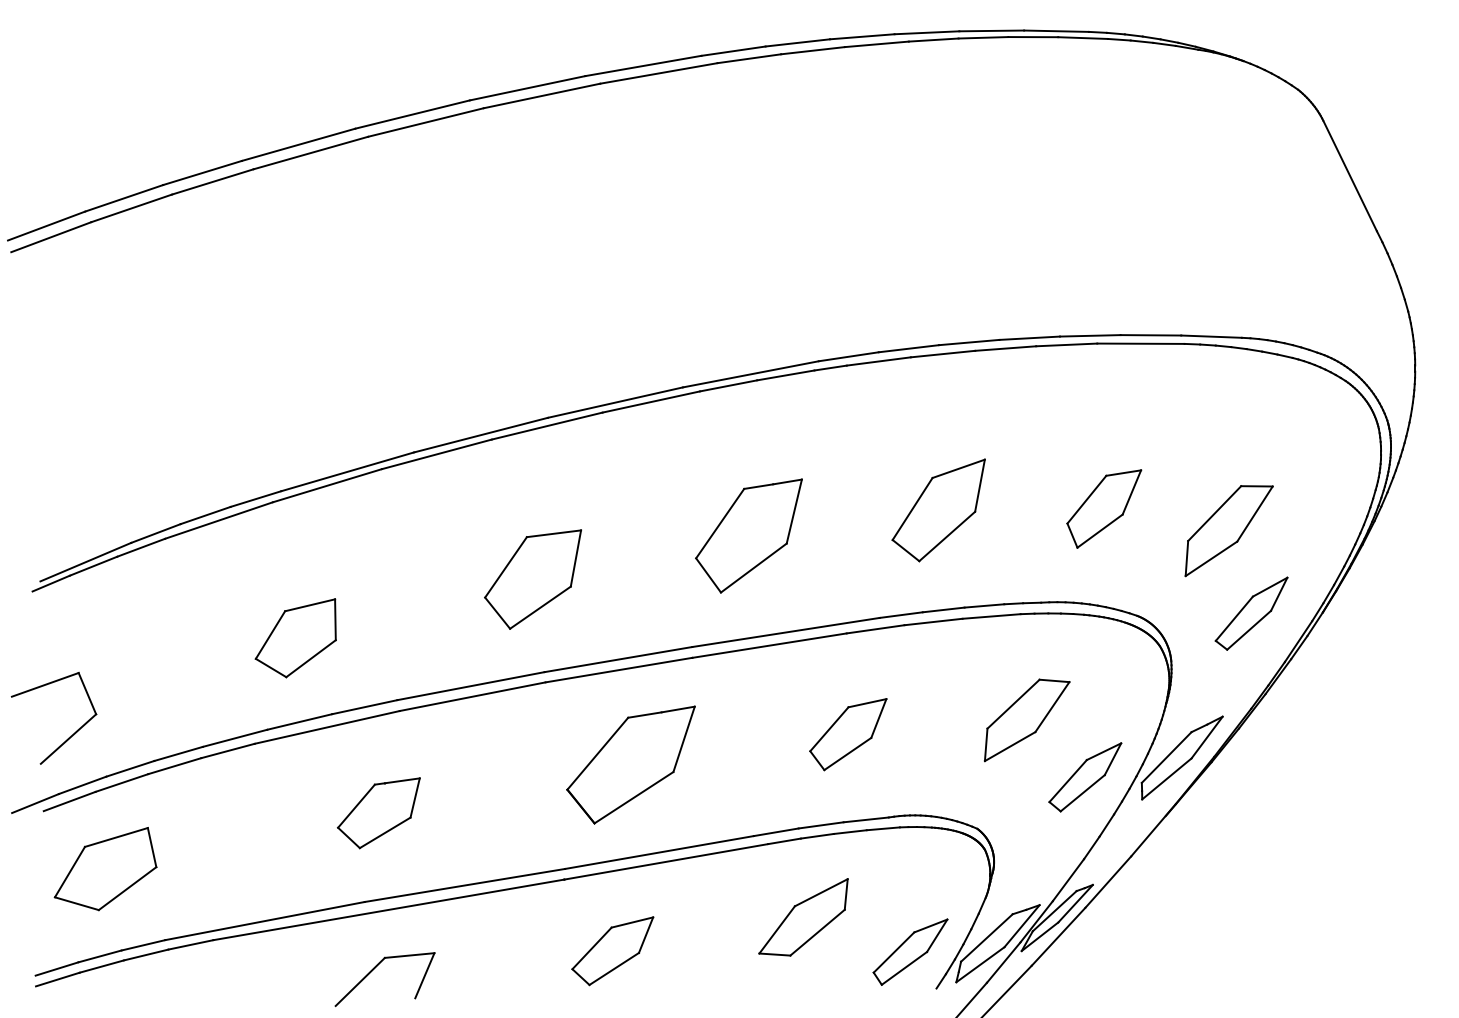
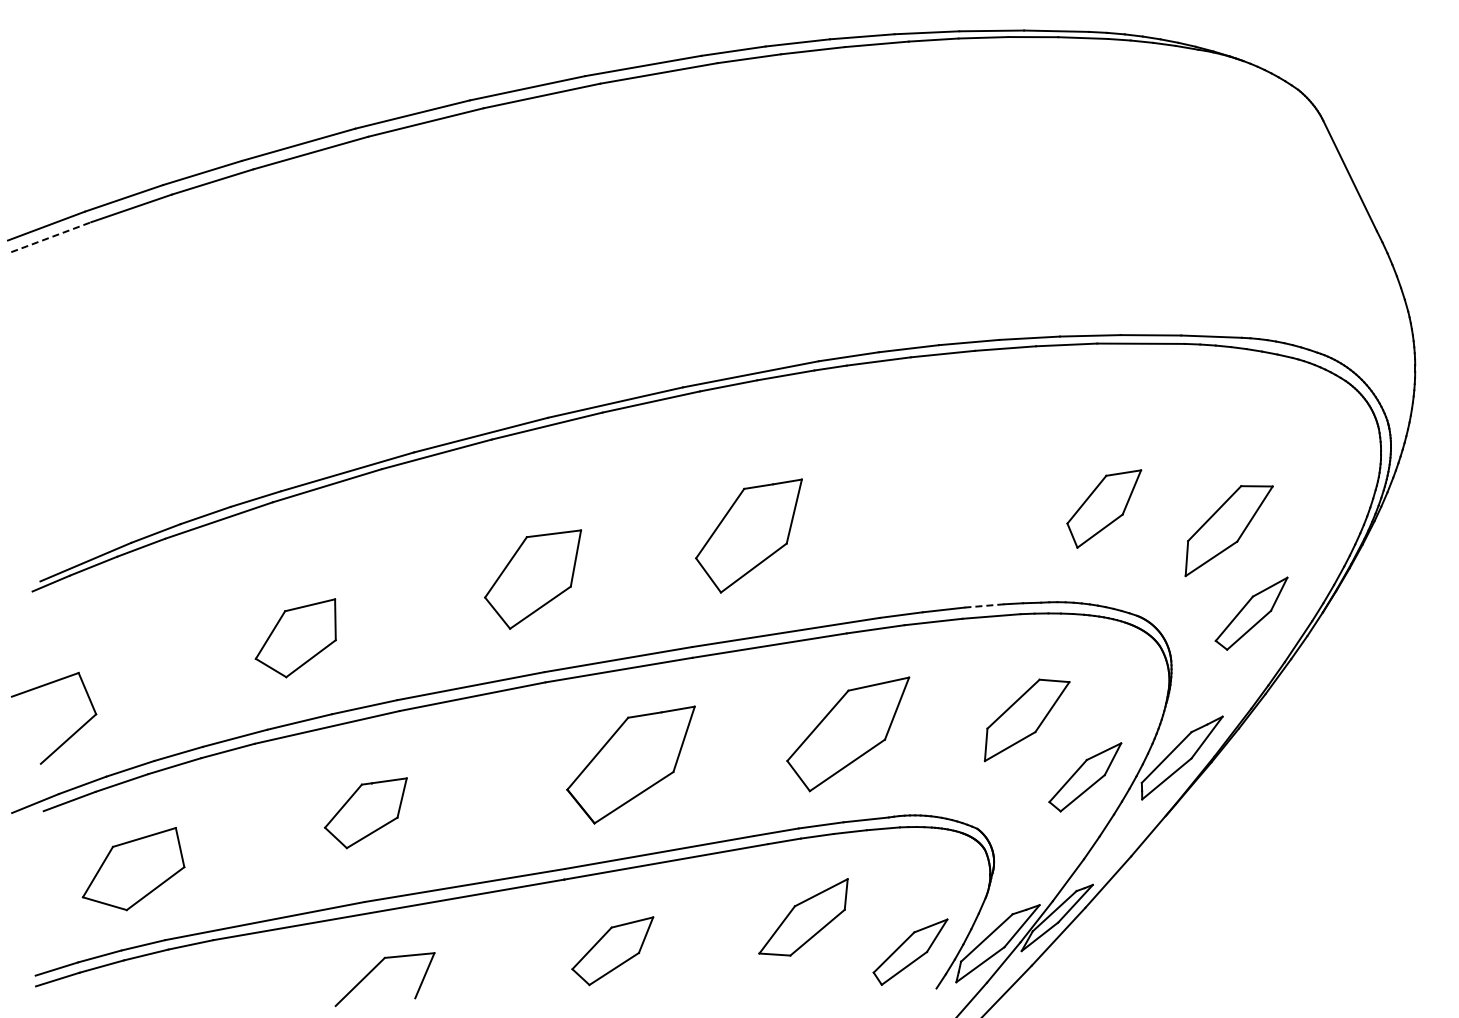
line at (51, 237): solid -> dashed
part at (938, 510): present -> none
line at (984, 605): solid -> dashed
part at (848, 734) size: 79x74 px -> 125x117 px
part at (378, 813) position: (378, 813) -> (365, 813)
part at (105, 869) position: (105, 869) -> (133, 869)
